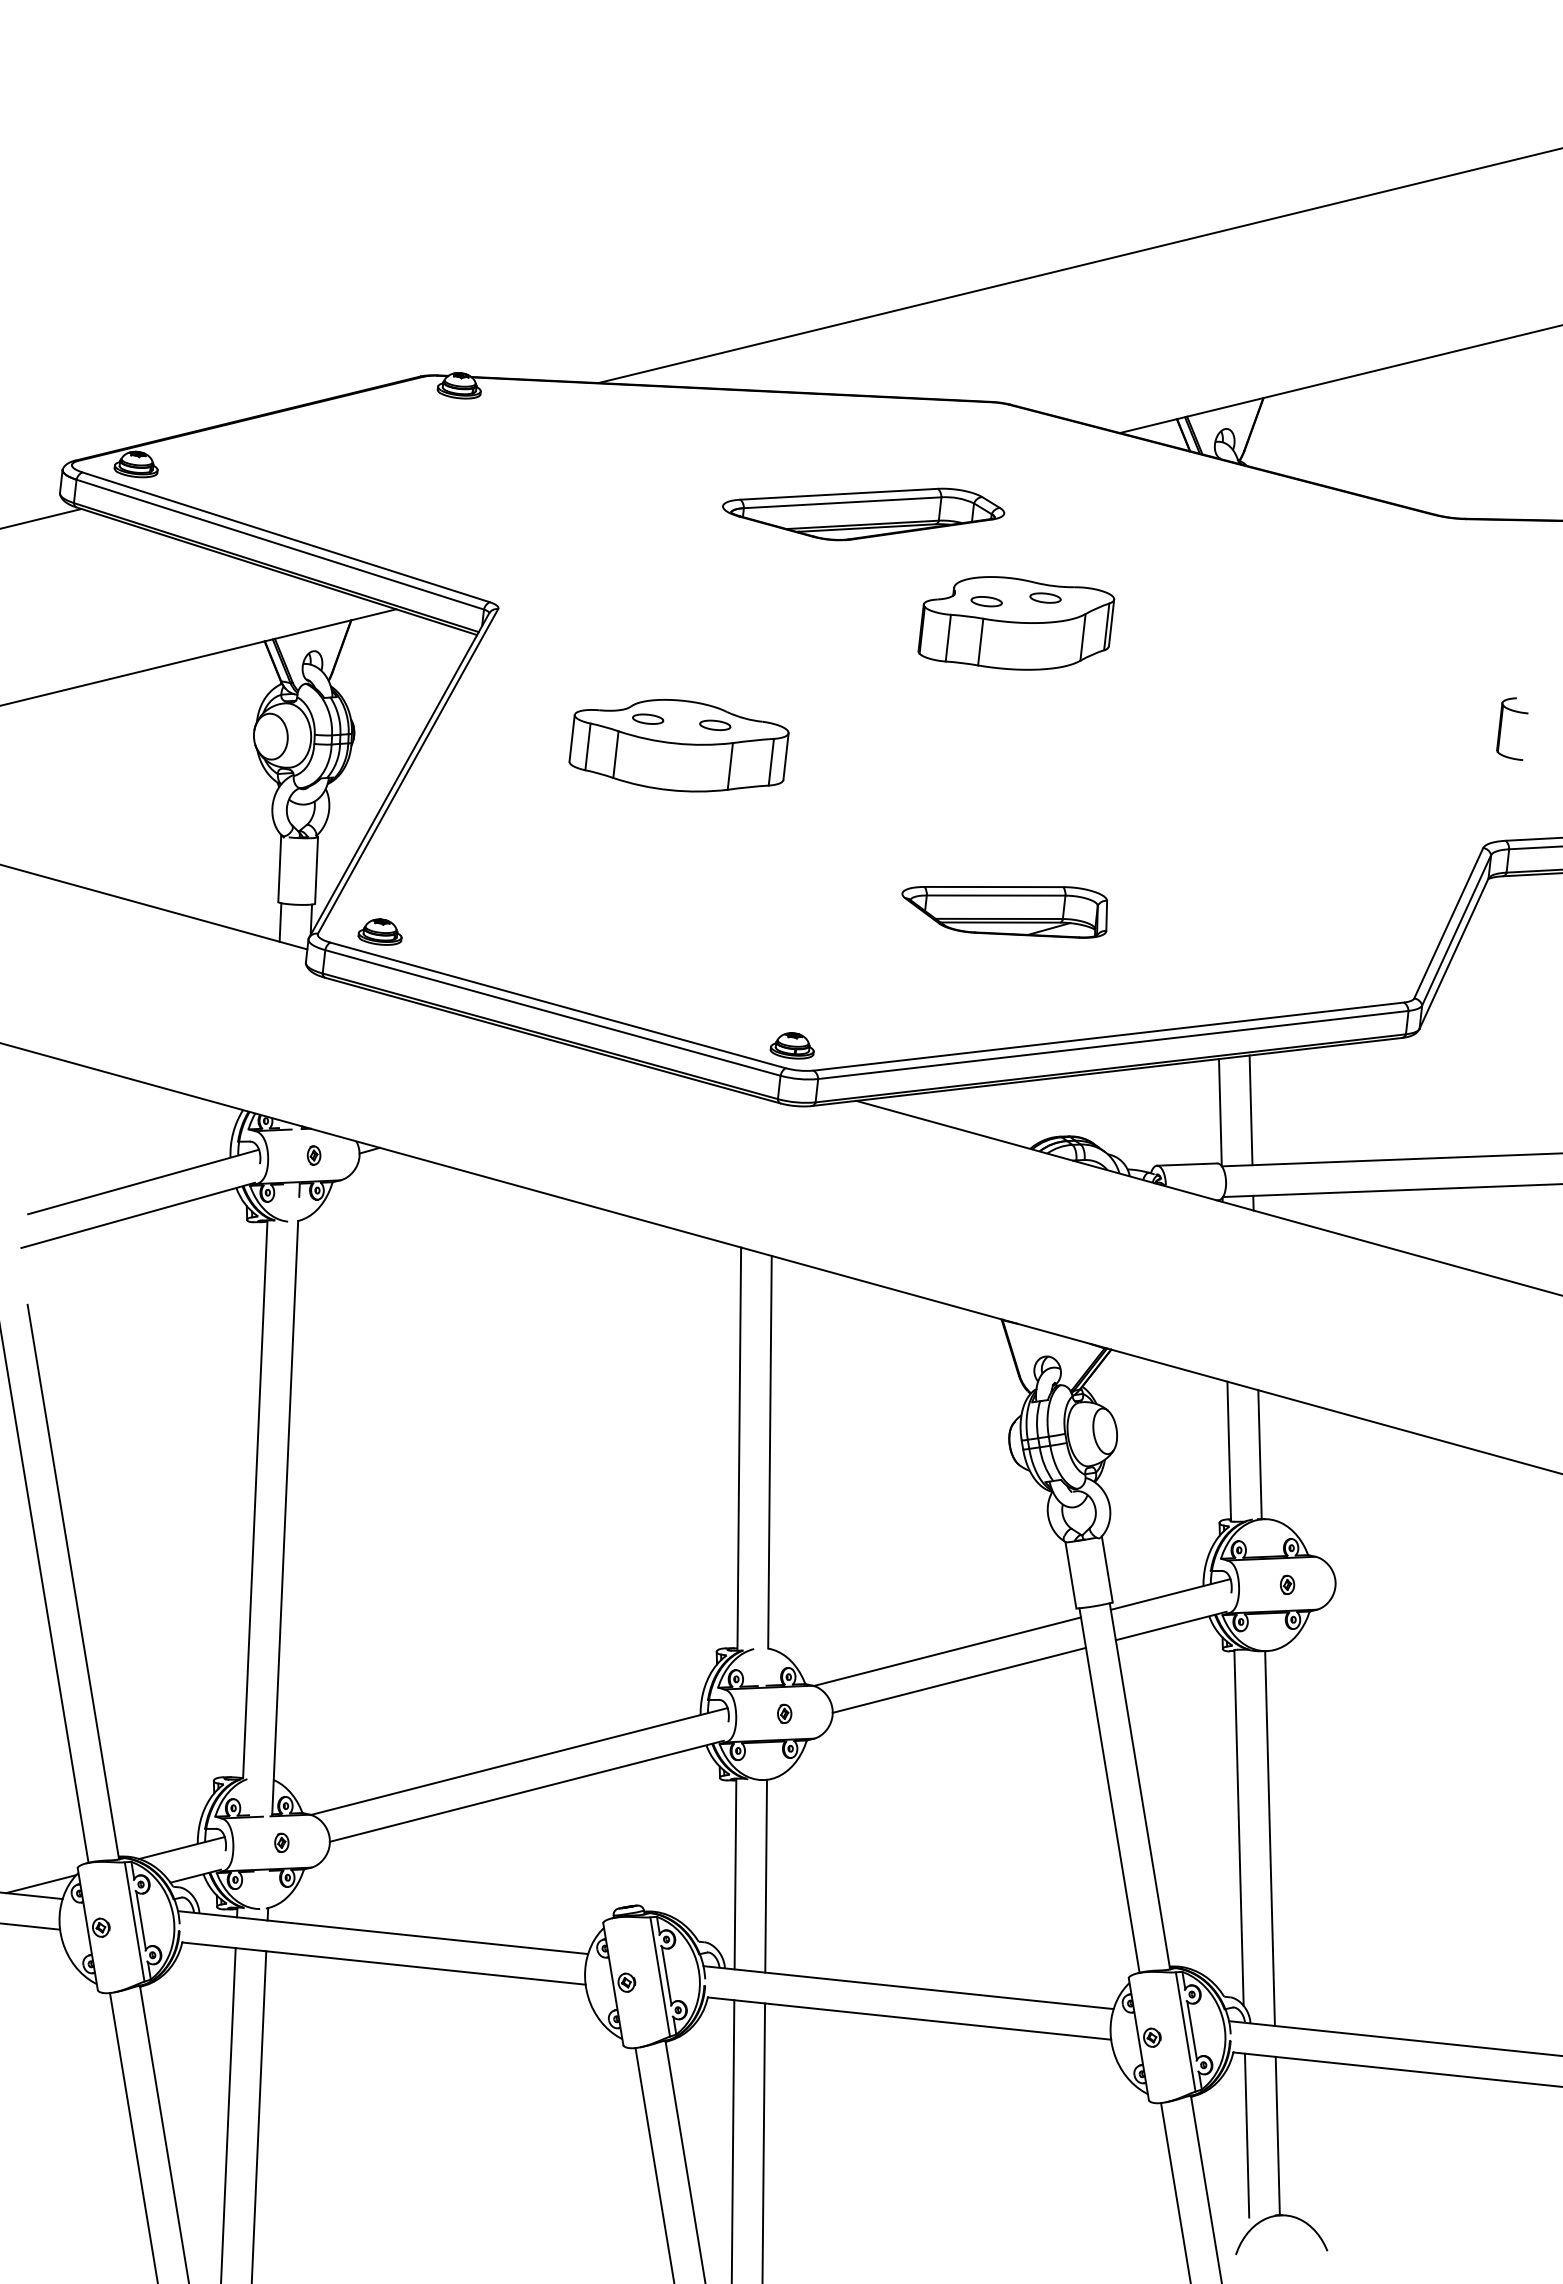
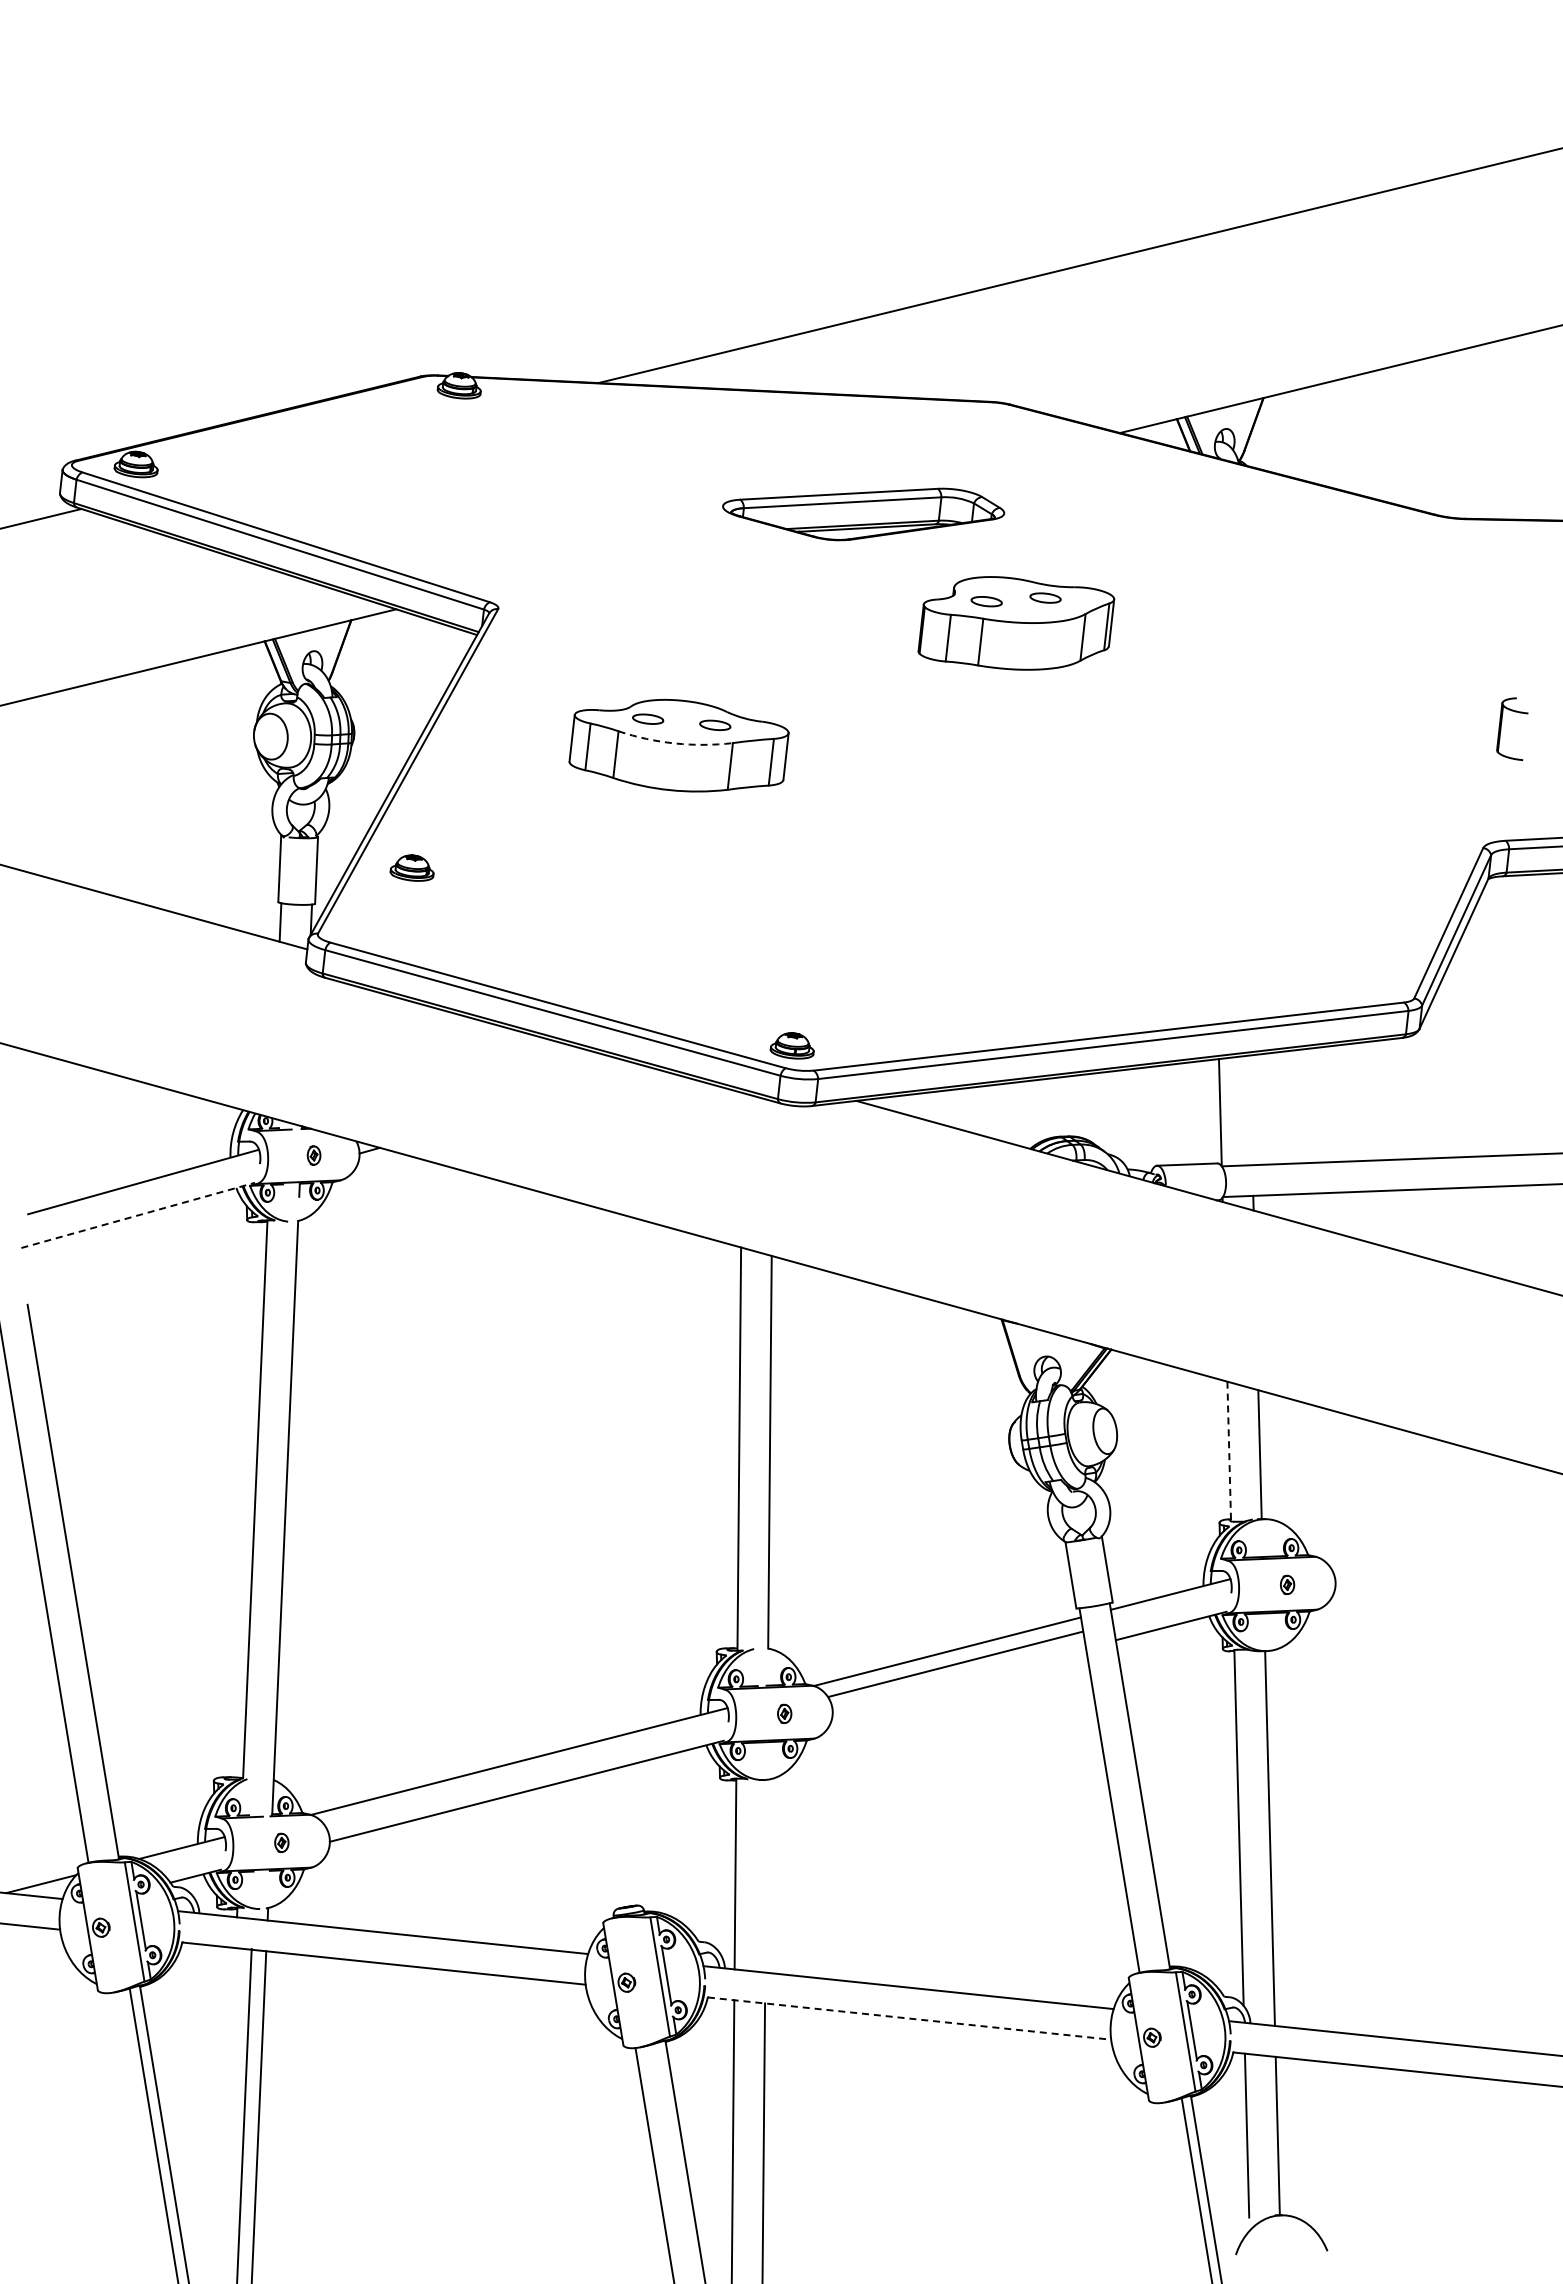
arc at (675, 743): solid -> dashed
part at (1004, 912): present -> none
part at (379, 931) position: (379, 931) -> (411, 867)
line at (1250, 1110): present -> none
line at (138, 1215): solid -> dashed
line at (1229, 1451): solid -> dashed
line at (959, 1679) position: (959, 1679) -> (955, 1663)
line at (766, 1875): present -> none
line at (909, 2018): solid -> dashed
line at (228, 2114) position: (228, 2114) -> (244, 2114)
line at (133, 2136) position: (133, 2136) -> (153, 2135)
line at (1175, 2191) position: (1175, 2191) -> (1196, 2190)
